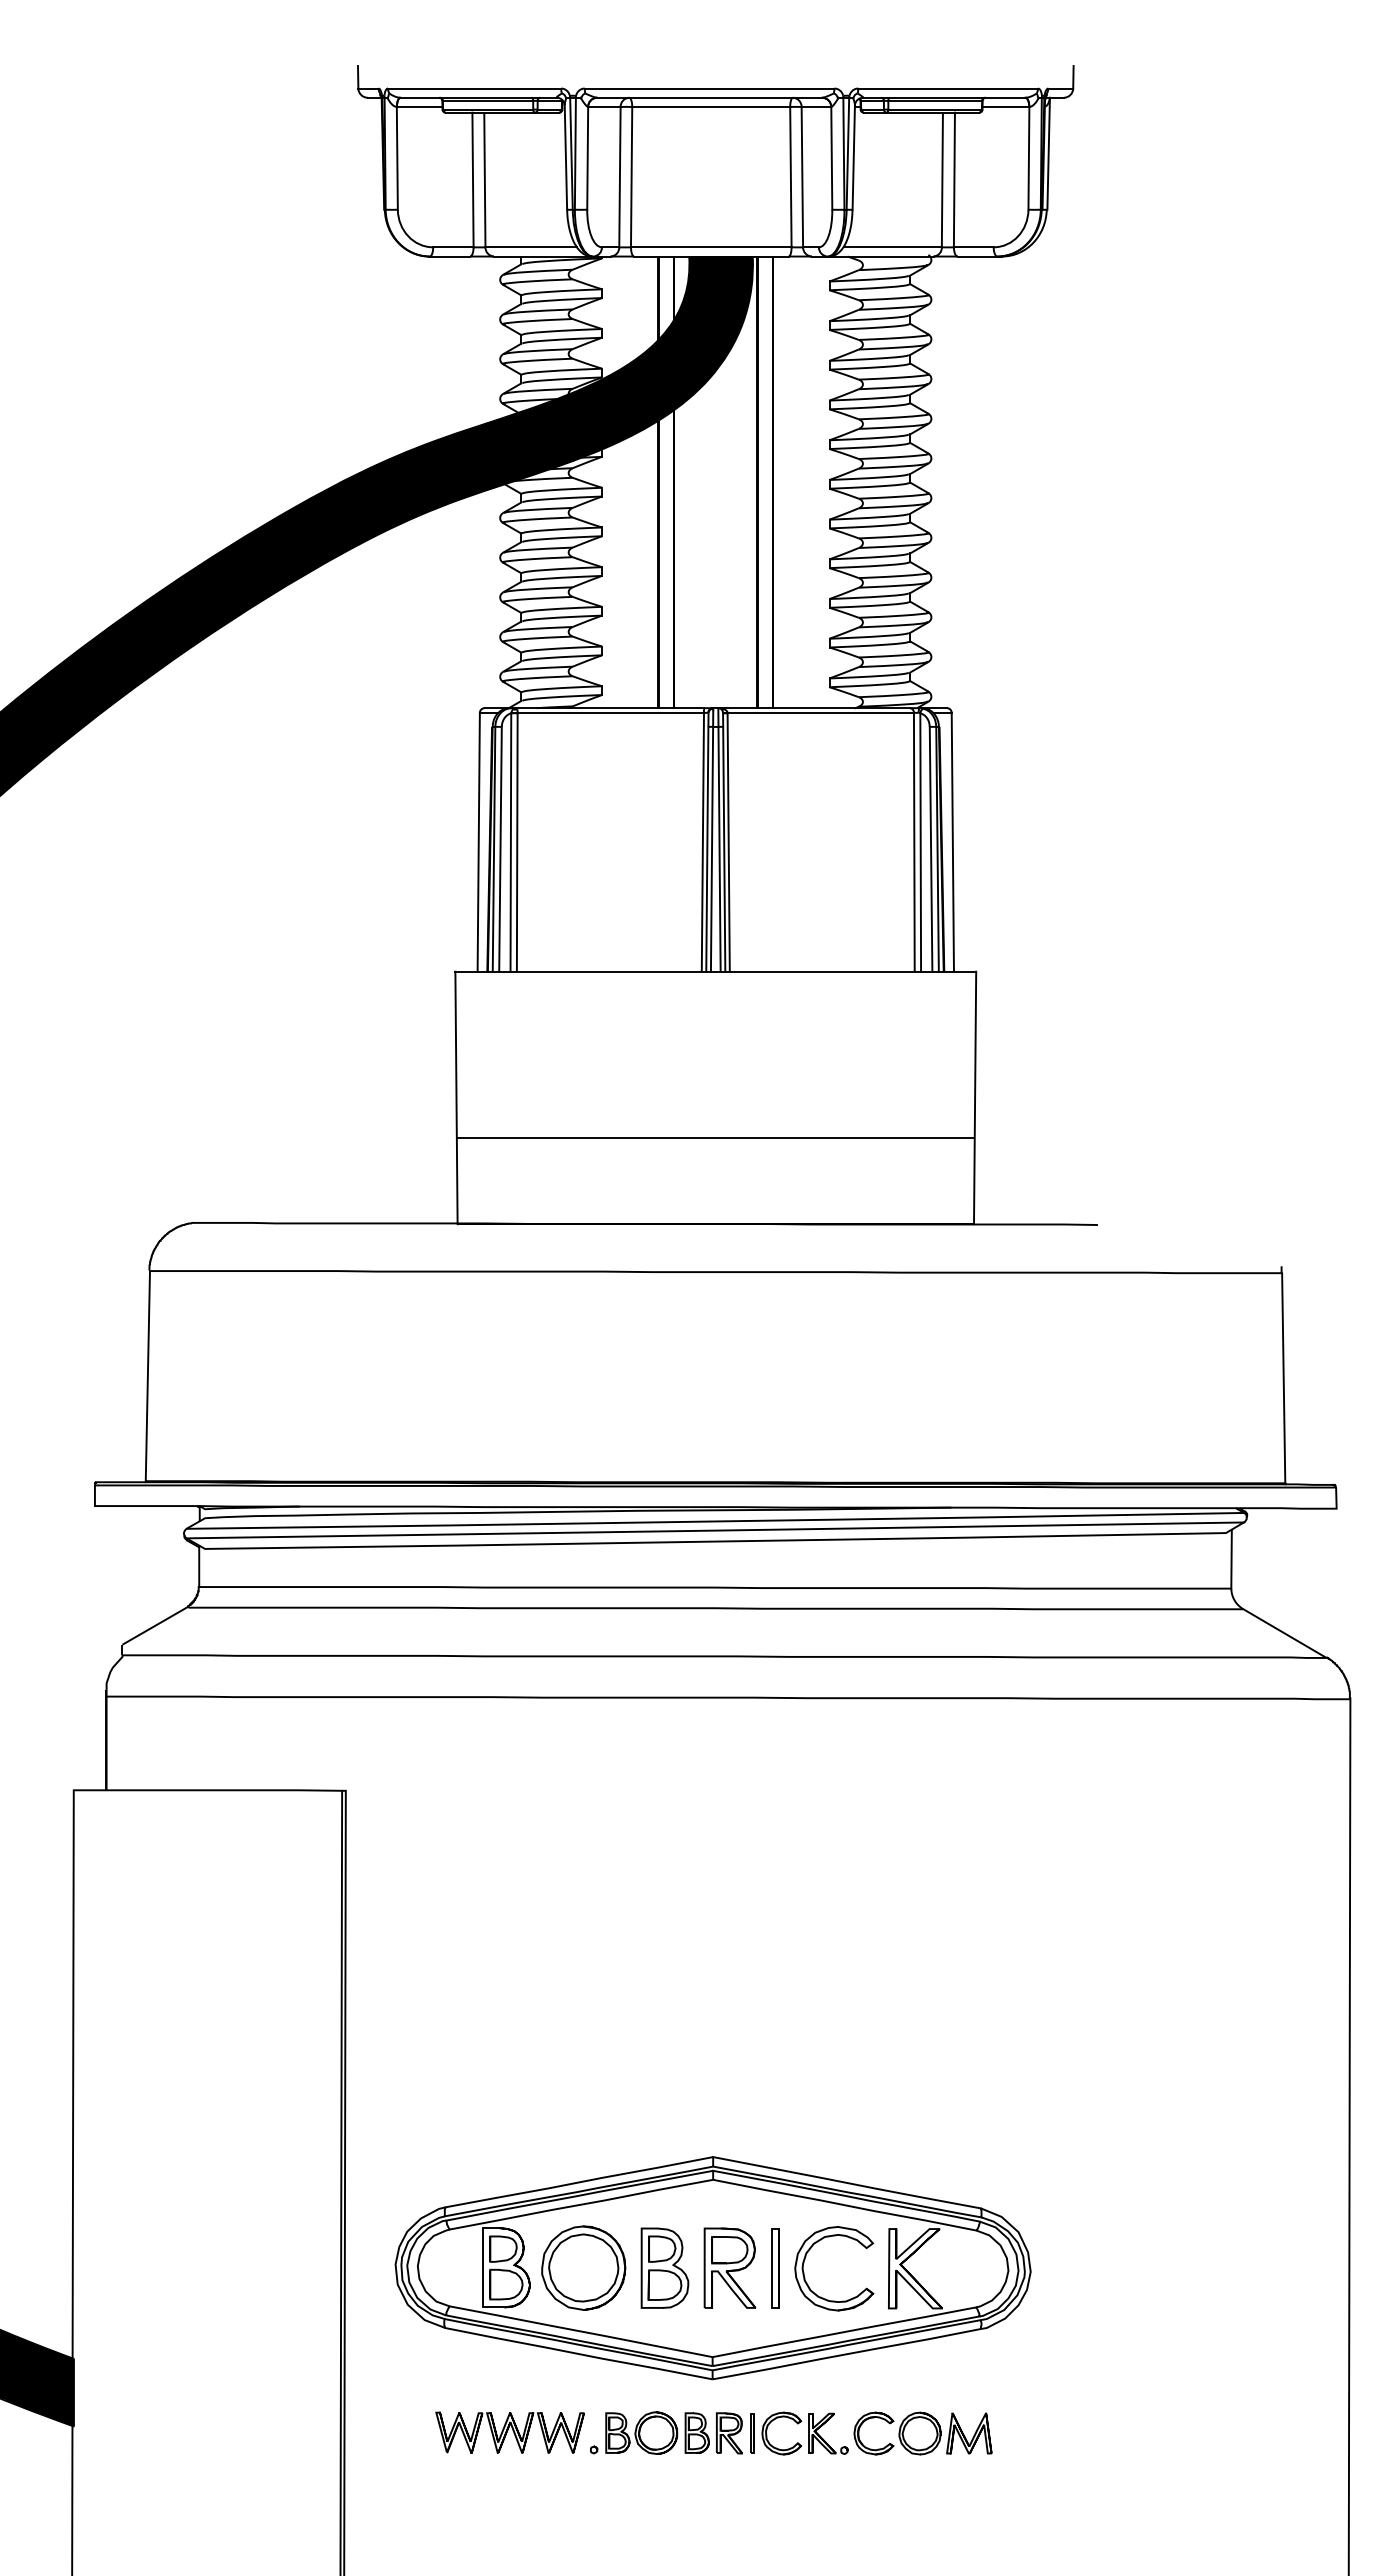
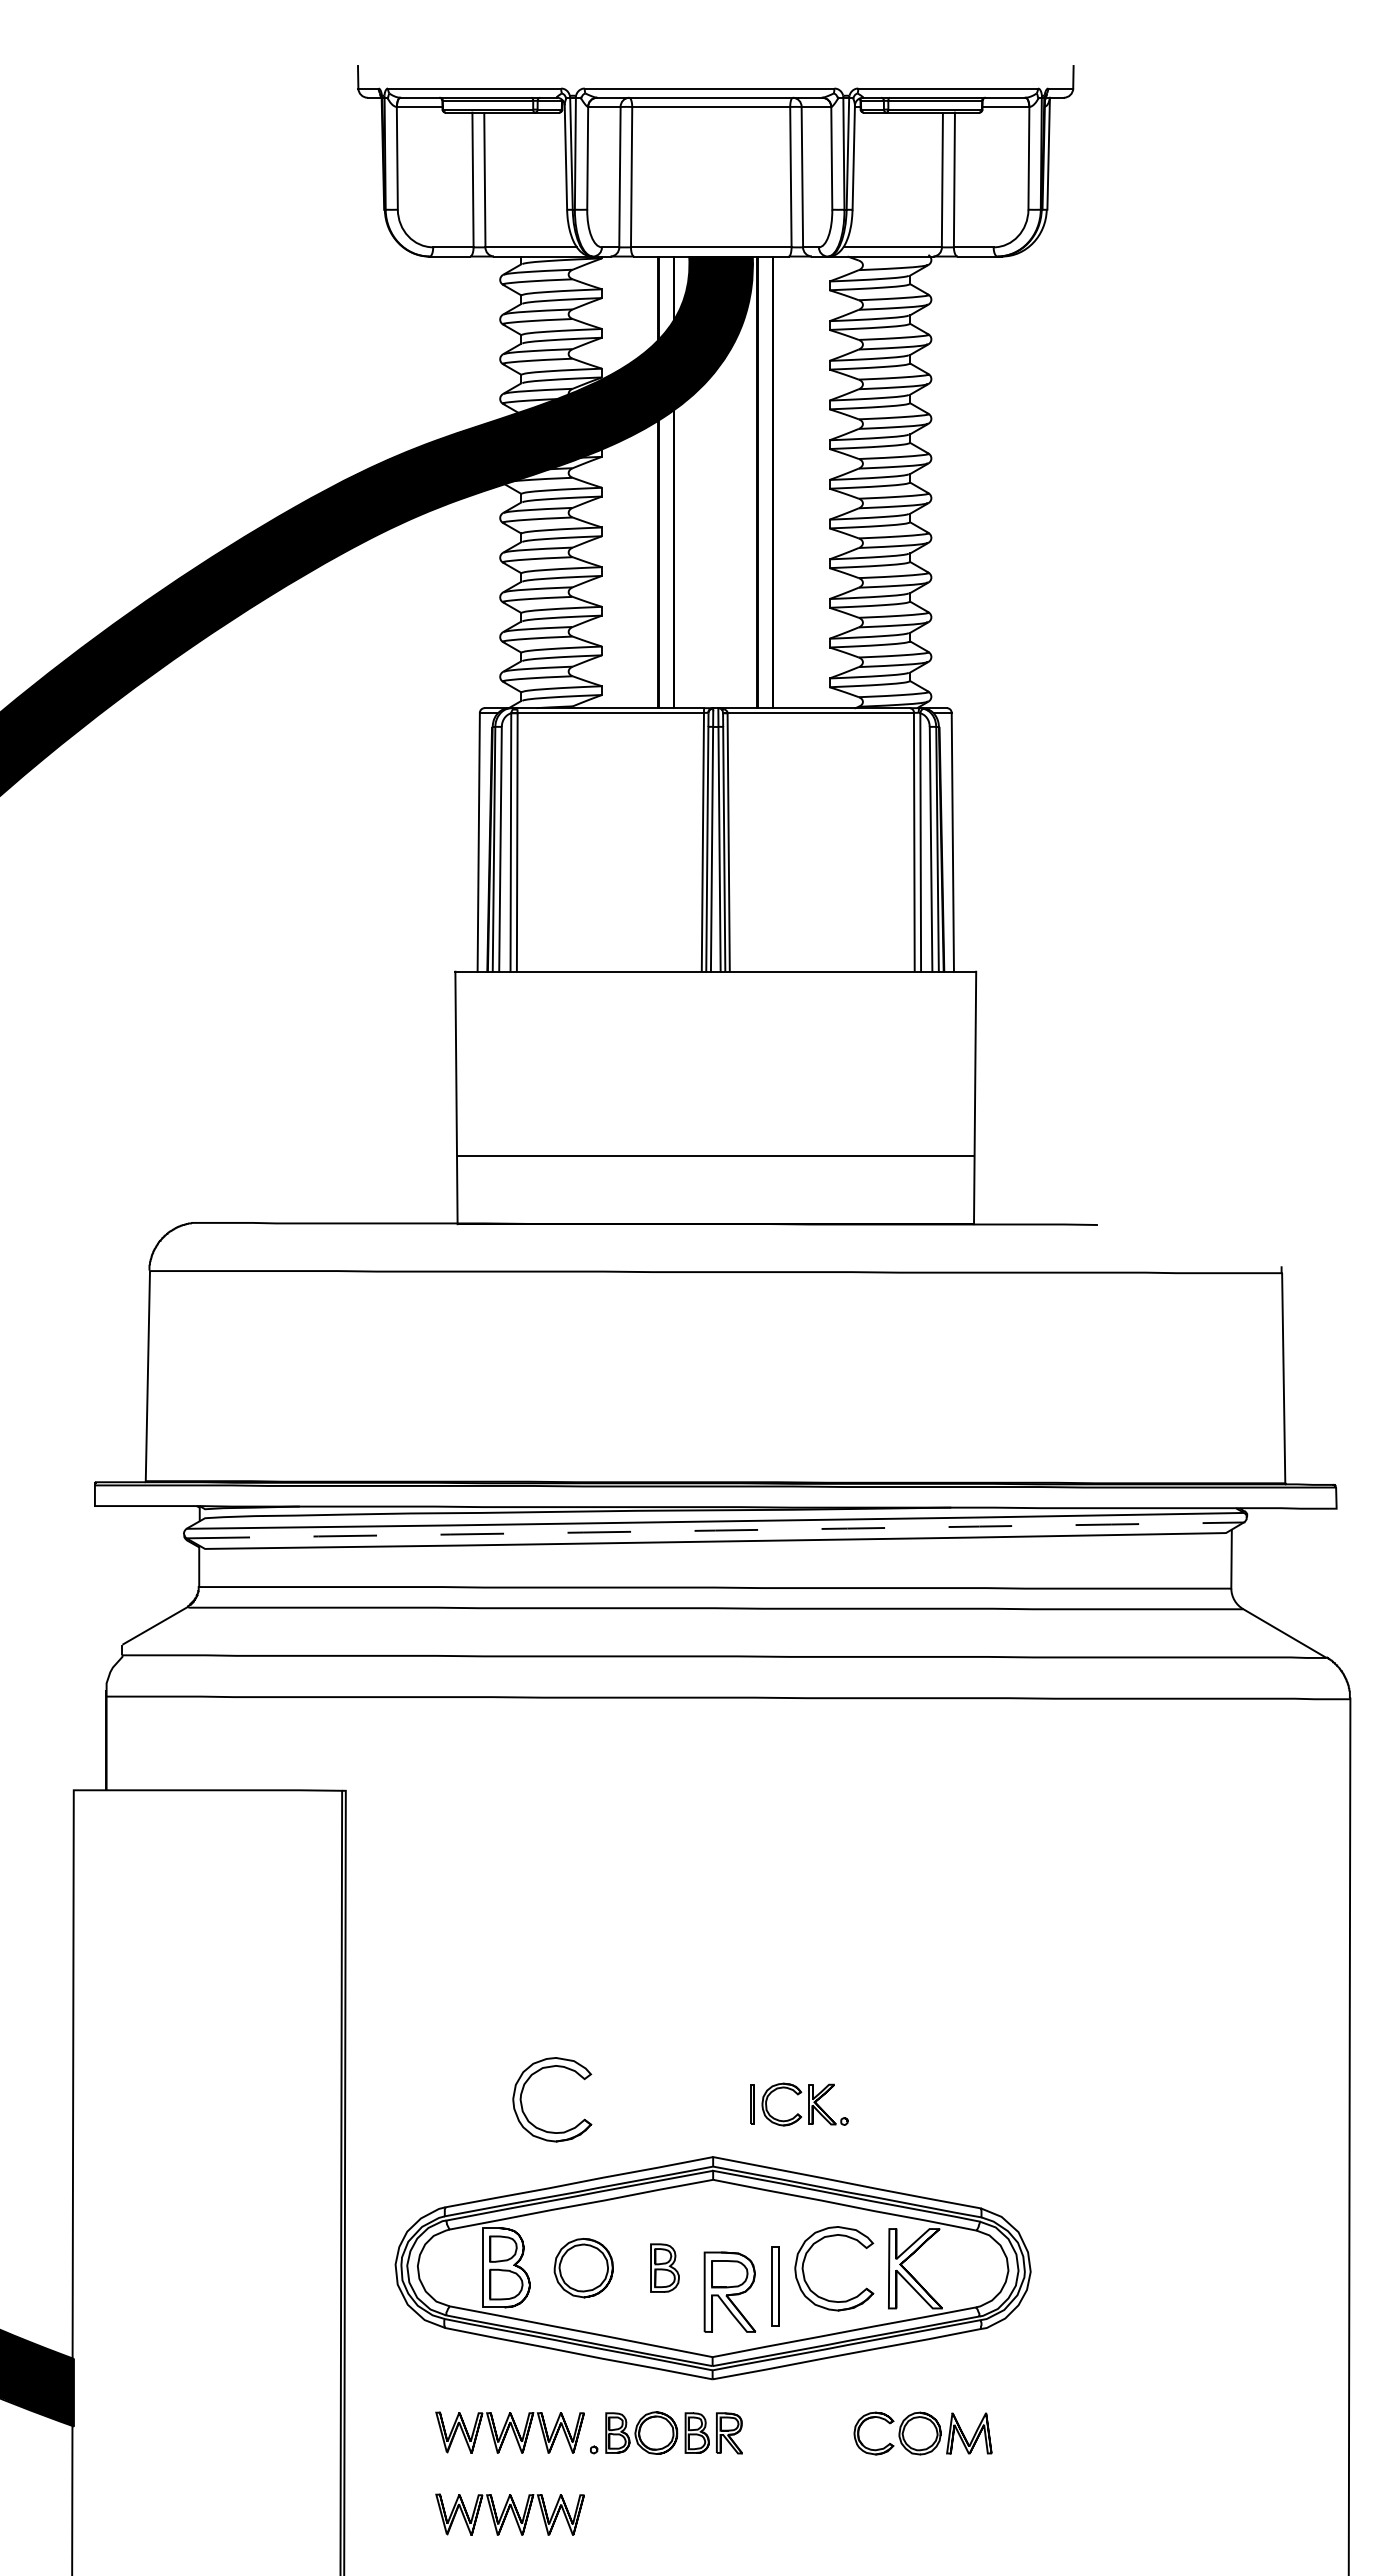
line at (715, 1137) position: (715, 1137) -> (715, 1155)
arc at (715, 1530): solid -> dashed
part at (522, 2103): none -> present
part at (583, 2267) size: 86x86 px -> 61x61 px
part at (664, 2267) size: 50x82 px -> 30x50 px
part at (729, 2267) position: (729, 2267) -> (729, 2291)
part at (775, 2268) position: (775, 2268) -> (775, 2286)
part at (808, 2433) position: (808, 2433) -> (808, 2104)
part at (509, 2514): none -> present
